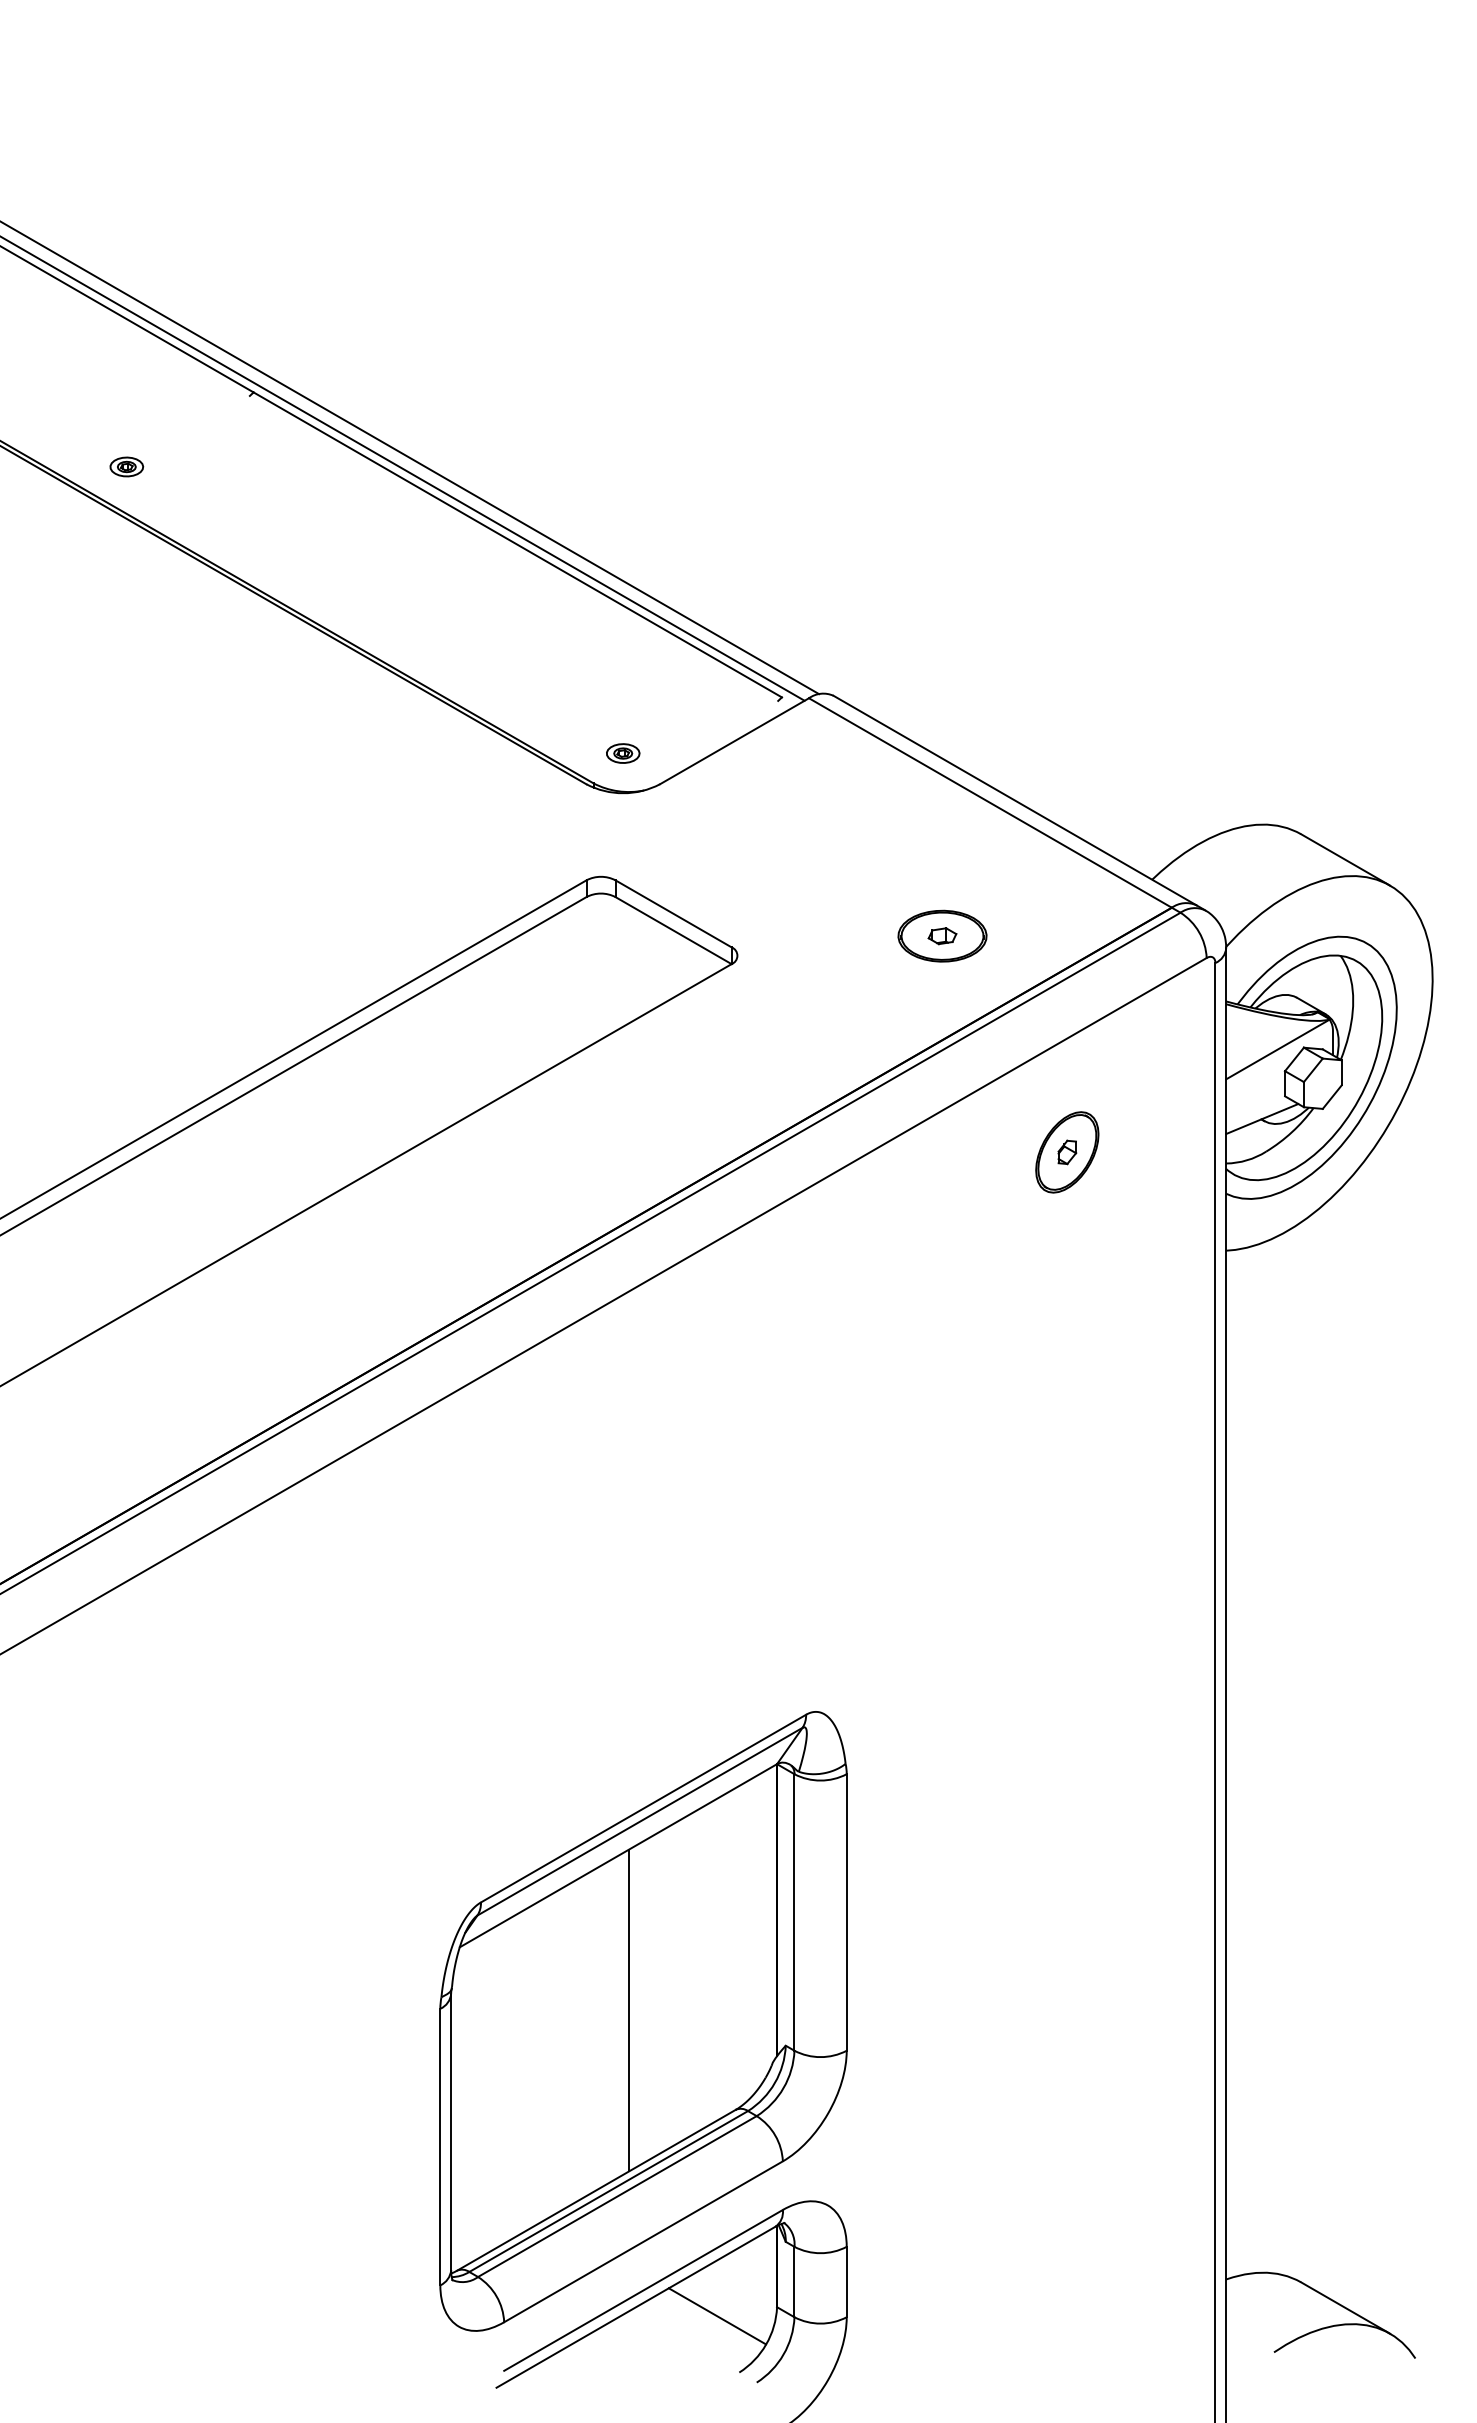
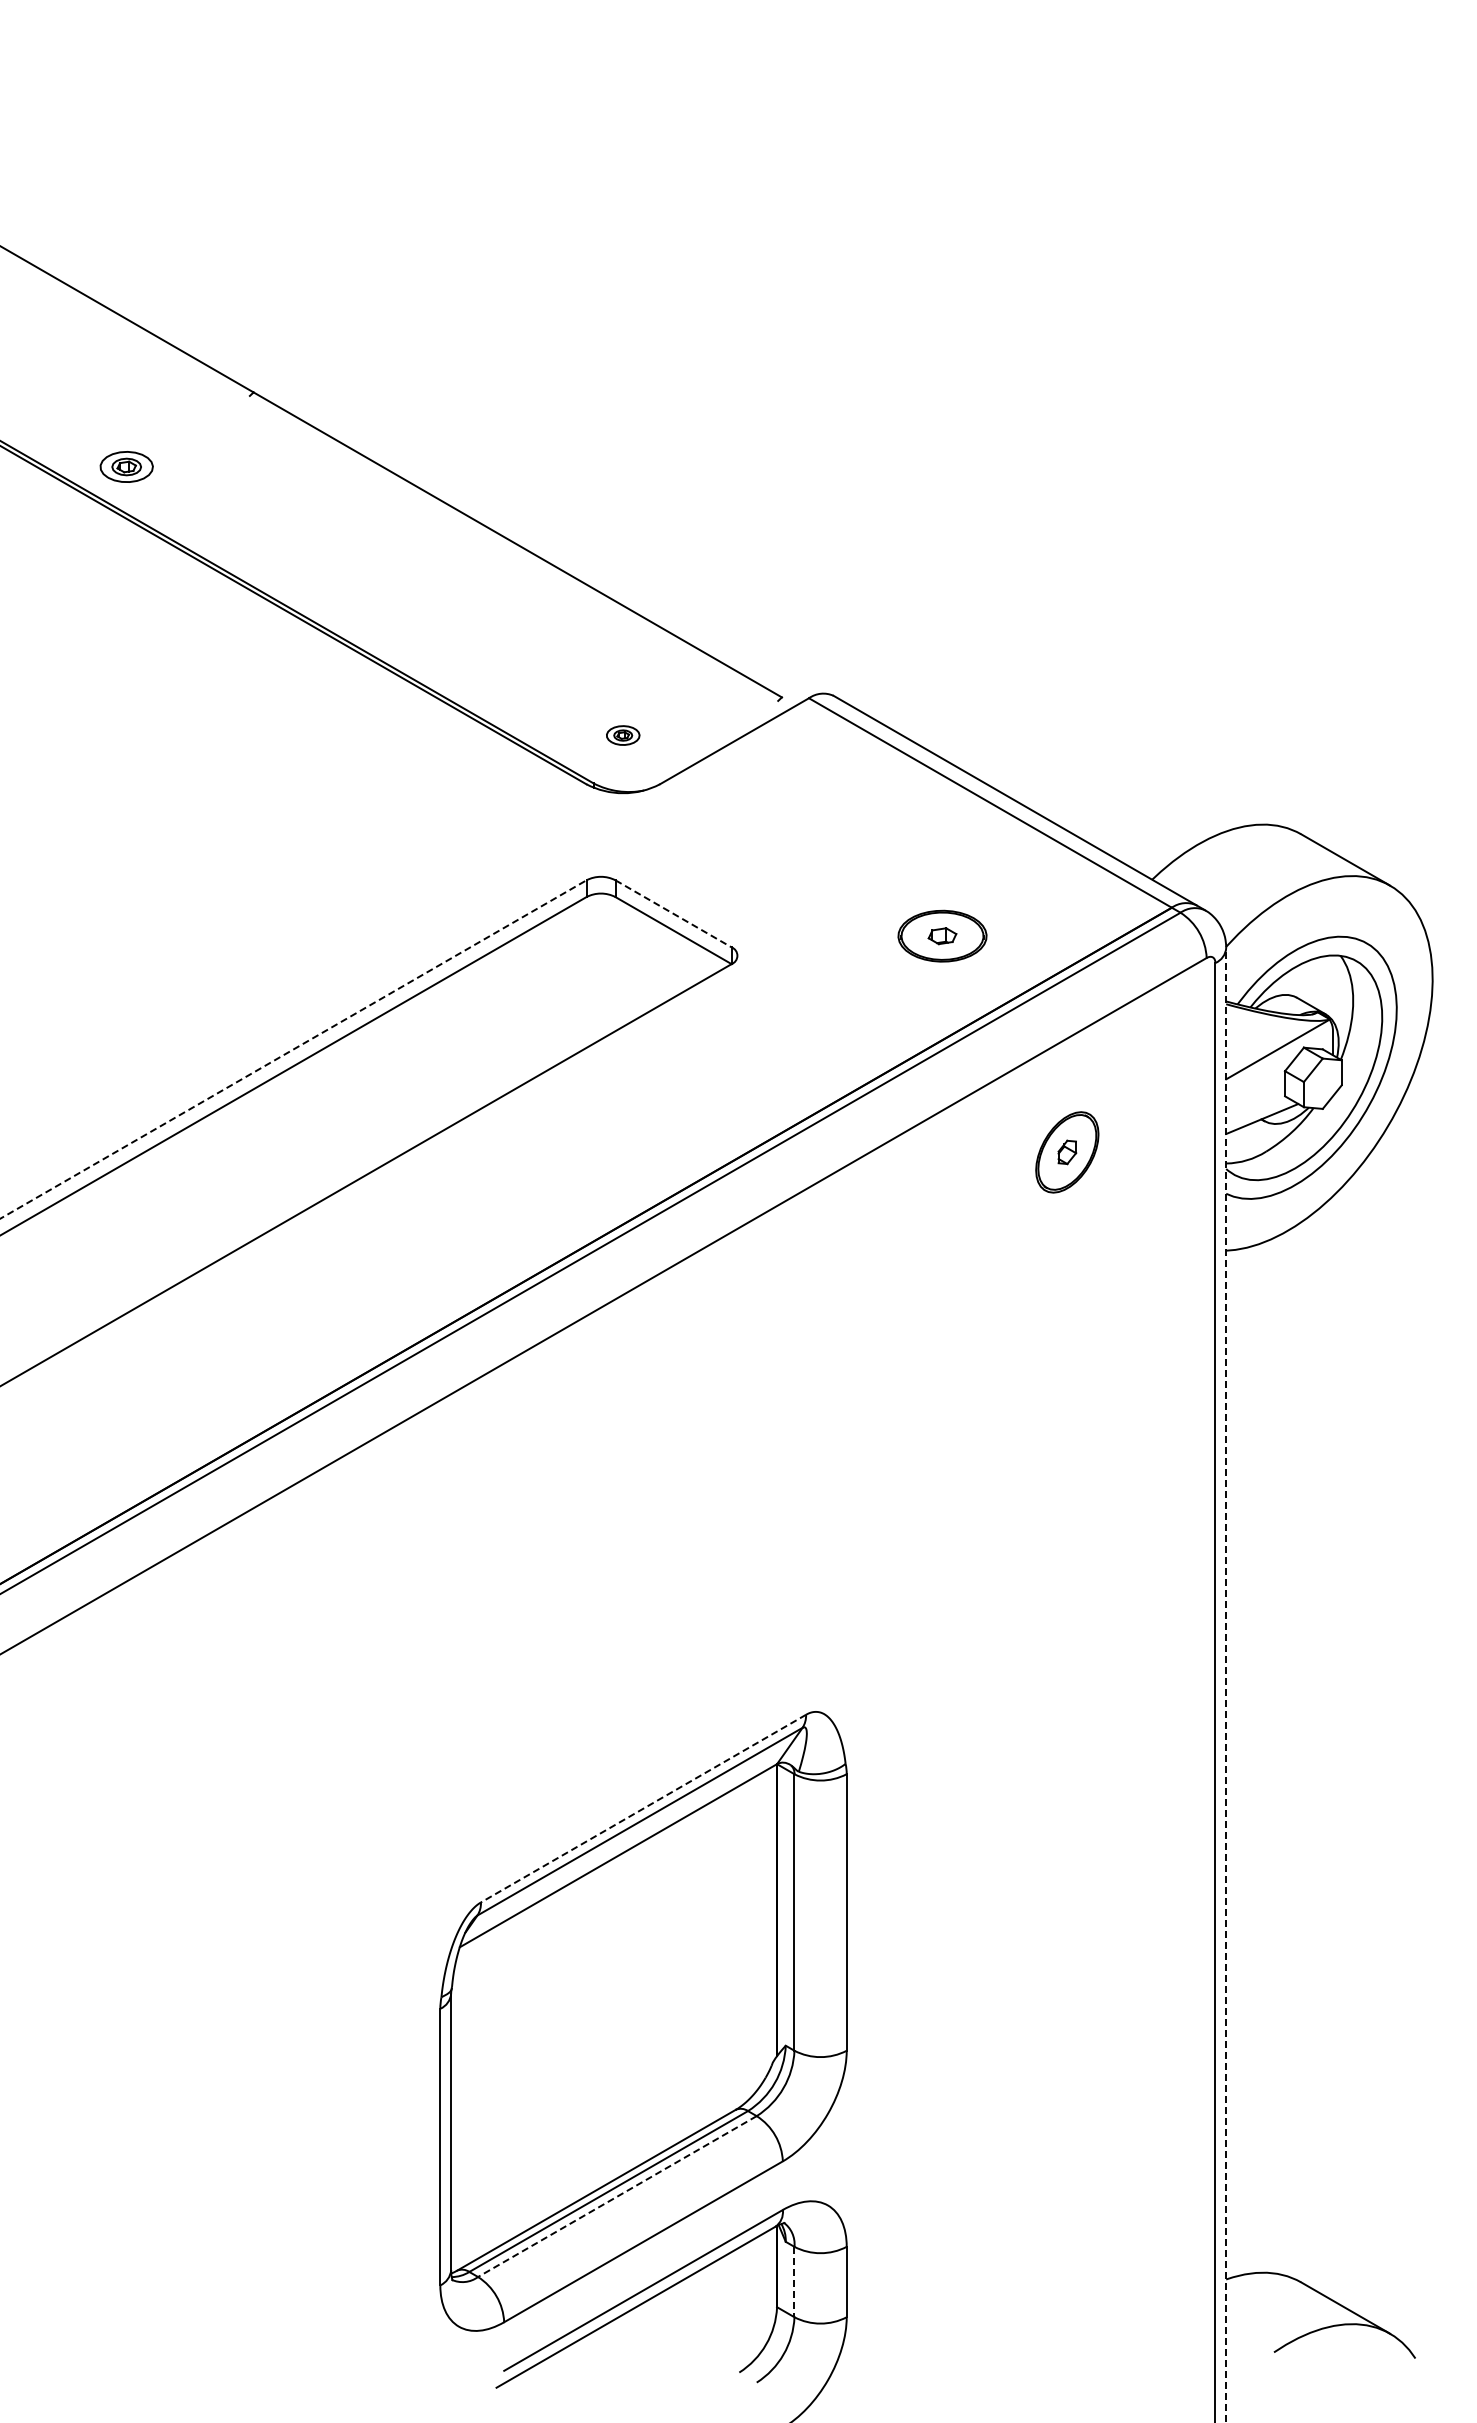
line at (410, 458): present -> none
part at (126, 466) size: 36x22 px -> 55x32 px
line at (403, 468): present -> none
part at (623, 753) position: (623, 753) -> (623, 735)
line at (674, 914): solid -> dashed
line at (293, 1049): solid -> dashed
line at (1226, 1684): solid -> dashed
line at (643, 1808): solid -> dashed
line at (629, 2010): present -> none
line at (617, 2196): solid -> dashed
line at (794, 2282): solid -> dashed
line at (717, 2316): present -> none
